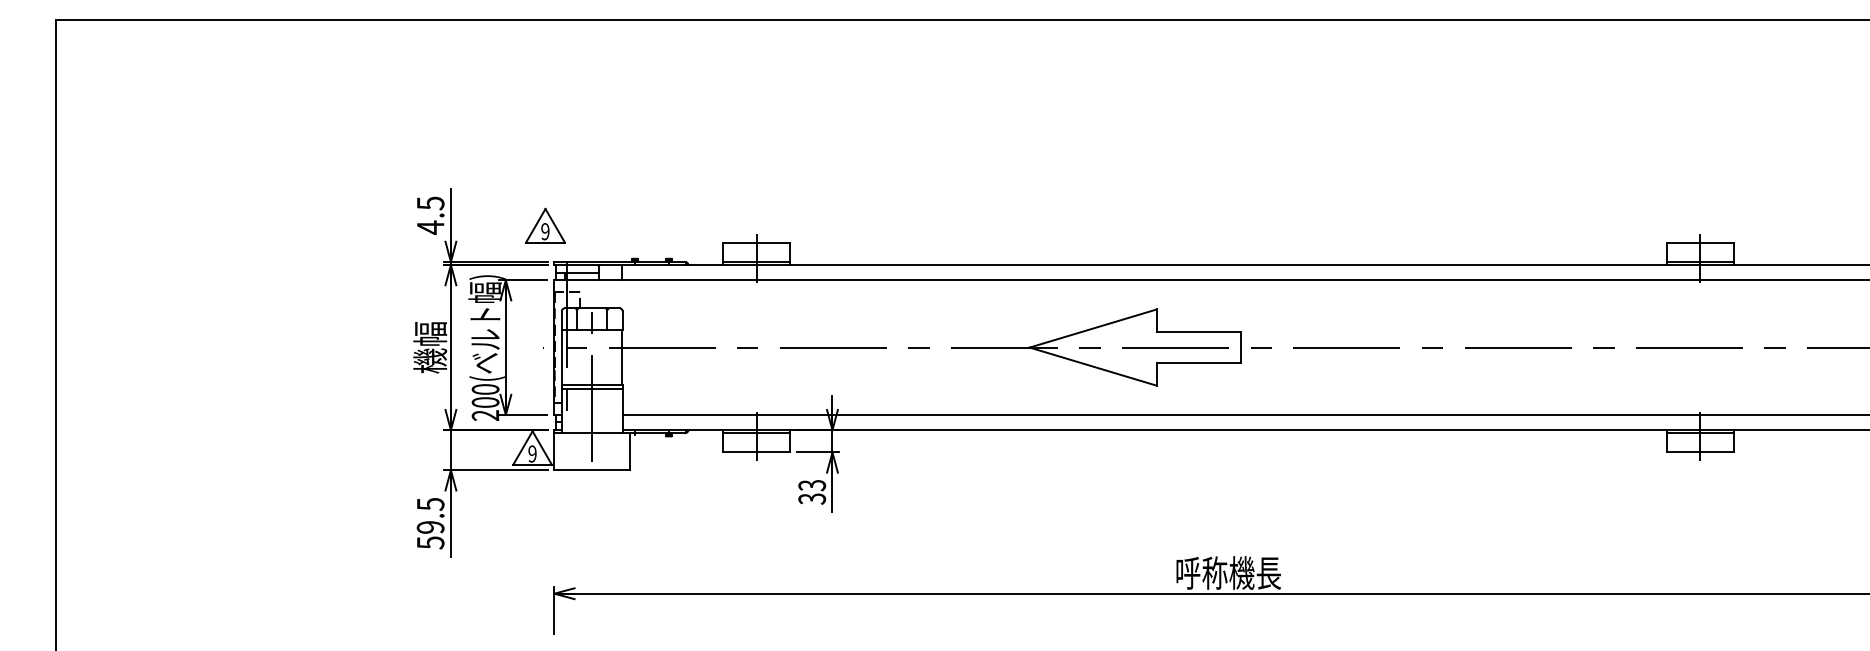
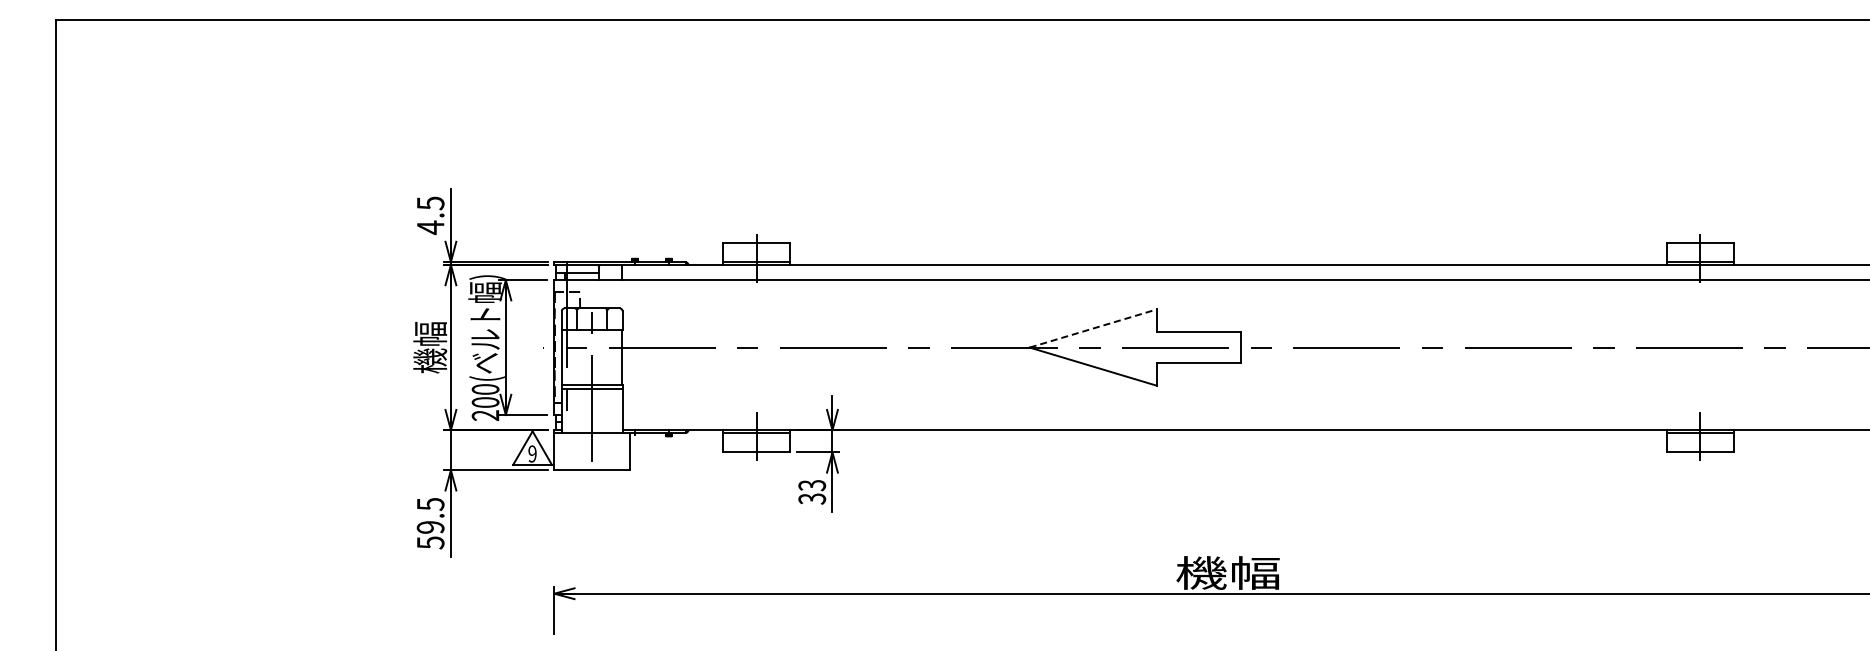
part at (545, 225): present -> none
line at (1093, 328): solid -> dashed
line at (1244, 414): present -> none
text at (1228, 572): 呼称機長 -> 機幅
